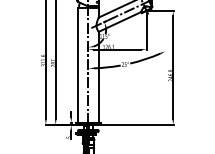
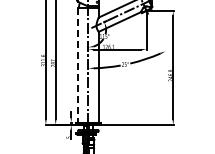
line at (78, 65): solid -> dashed
